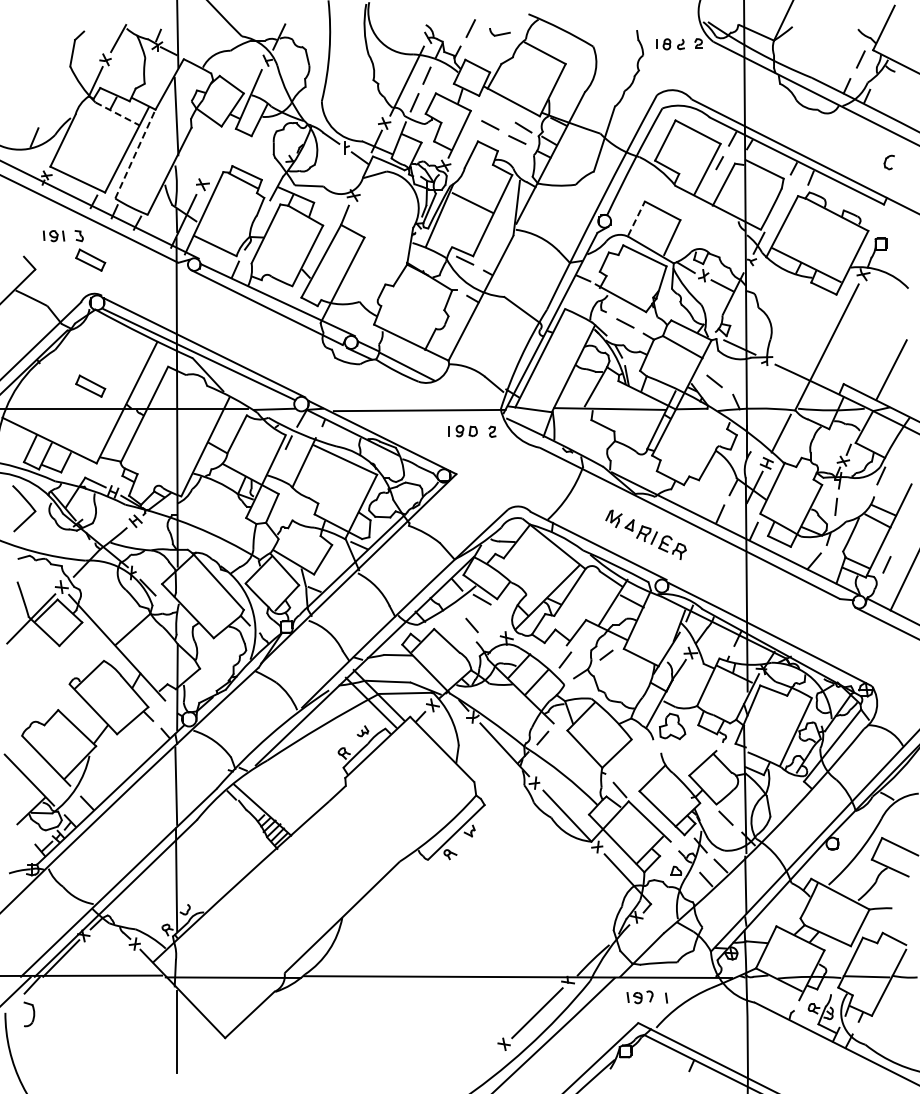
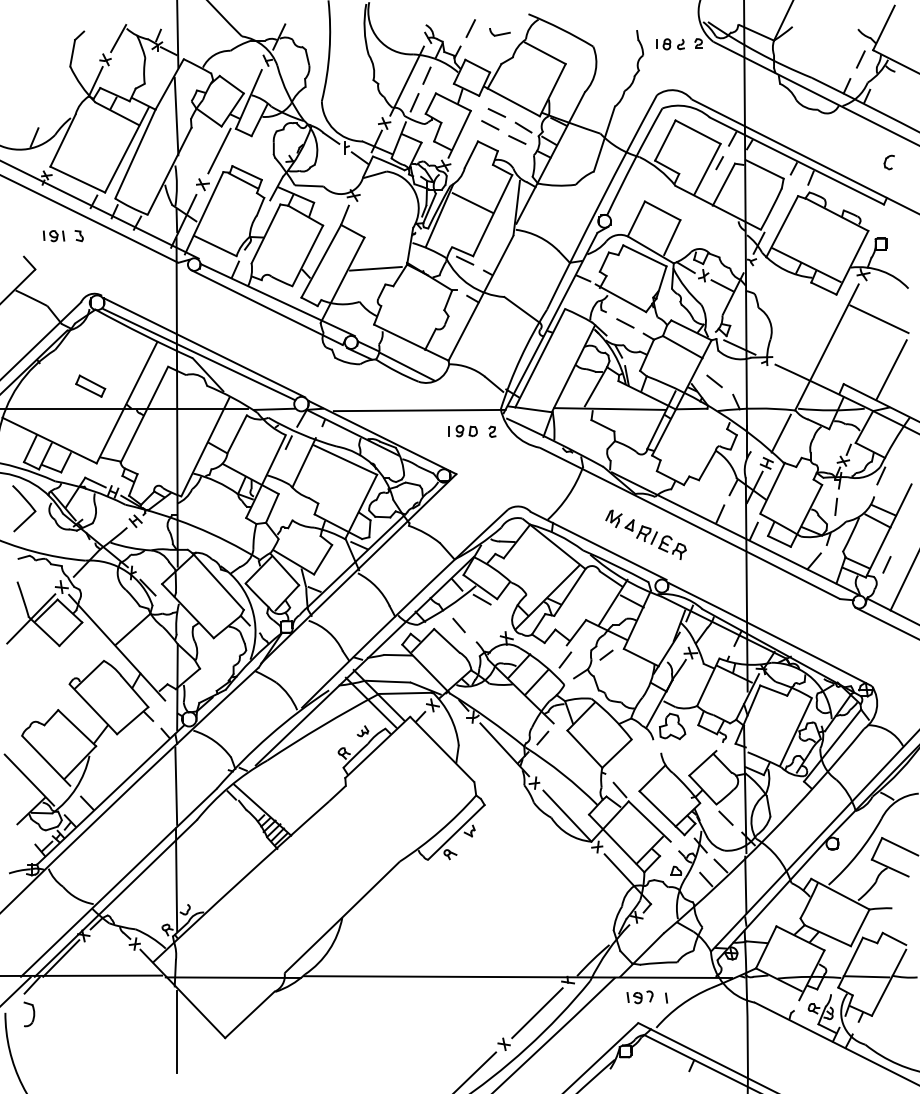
line at (496, 112): none -> present
line at (117, 113): dashed -> solid
line at (219, 150): none -> present
line at (135, 154): dashed -> solid
line at (636, 218): dashed -> solid
part at (90, 259): present -> none
line at (375, 268): none -> present
line at (879, 319): none -> present
line at (471, 625) position: (471, 625) -> (458, 625)
line at (476, 1071): none -> present
